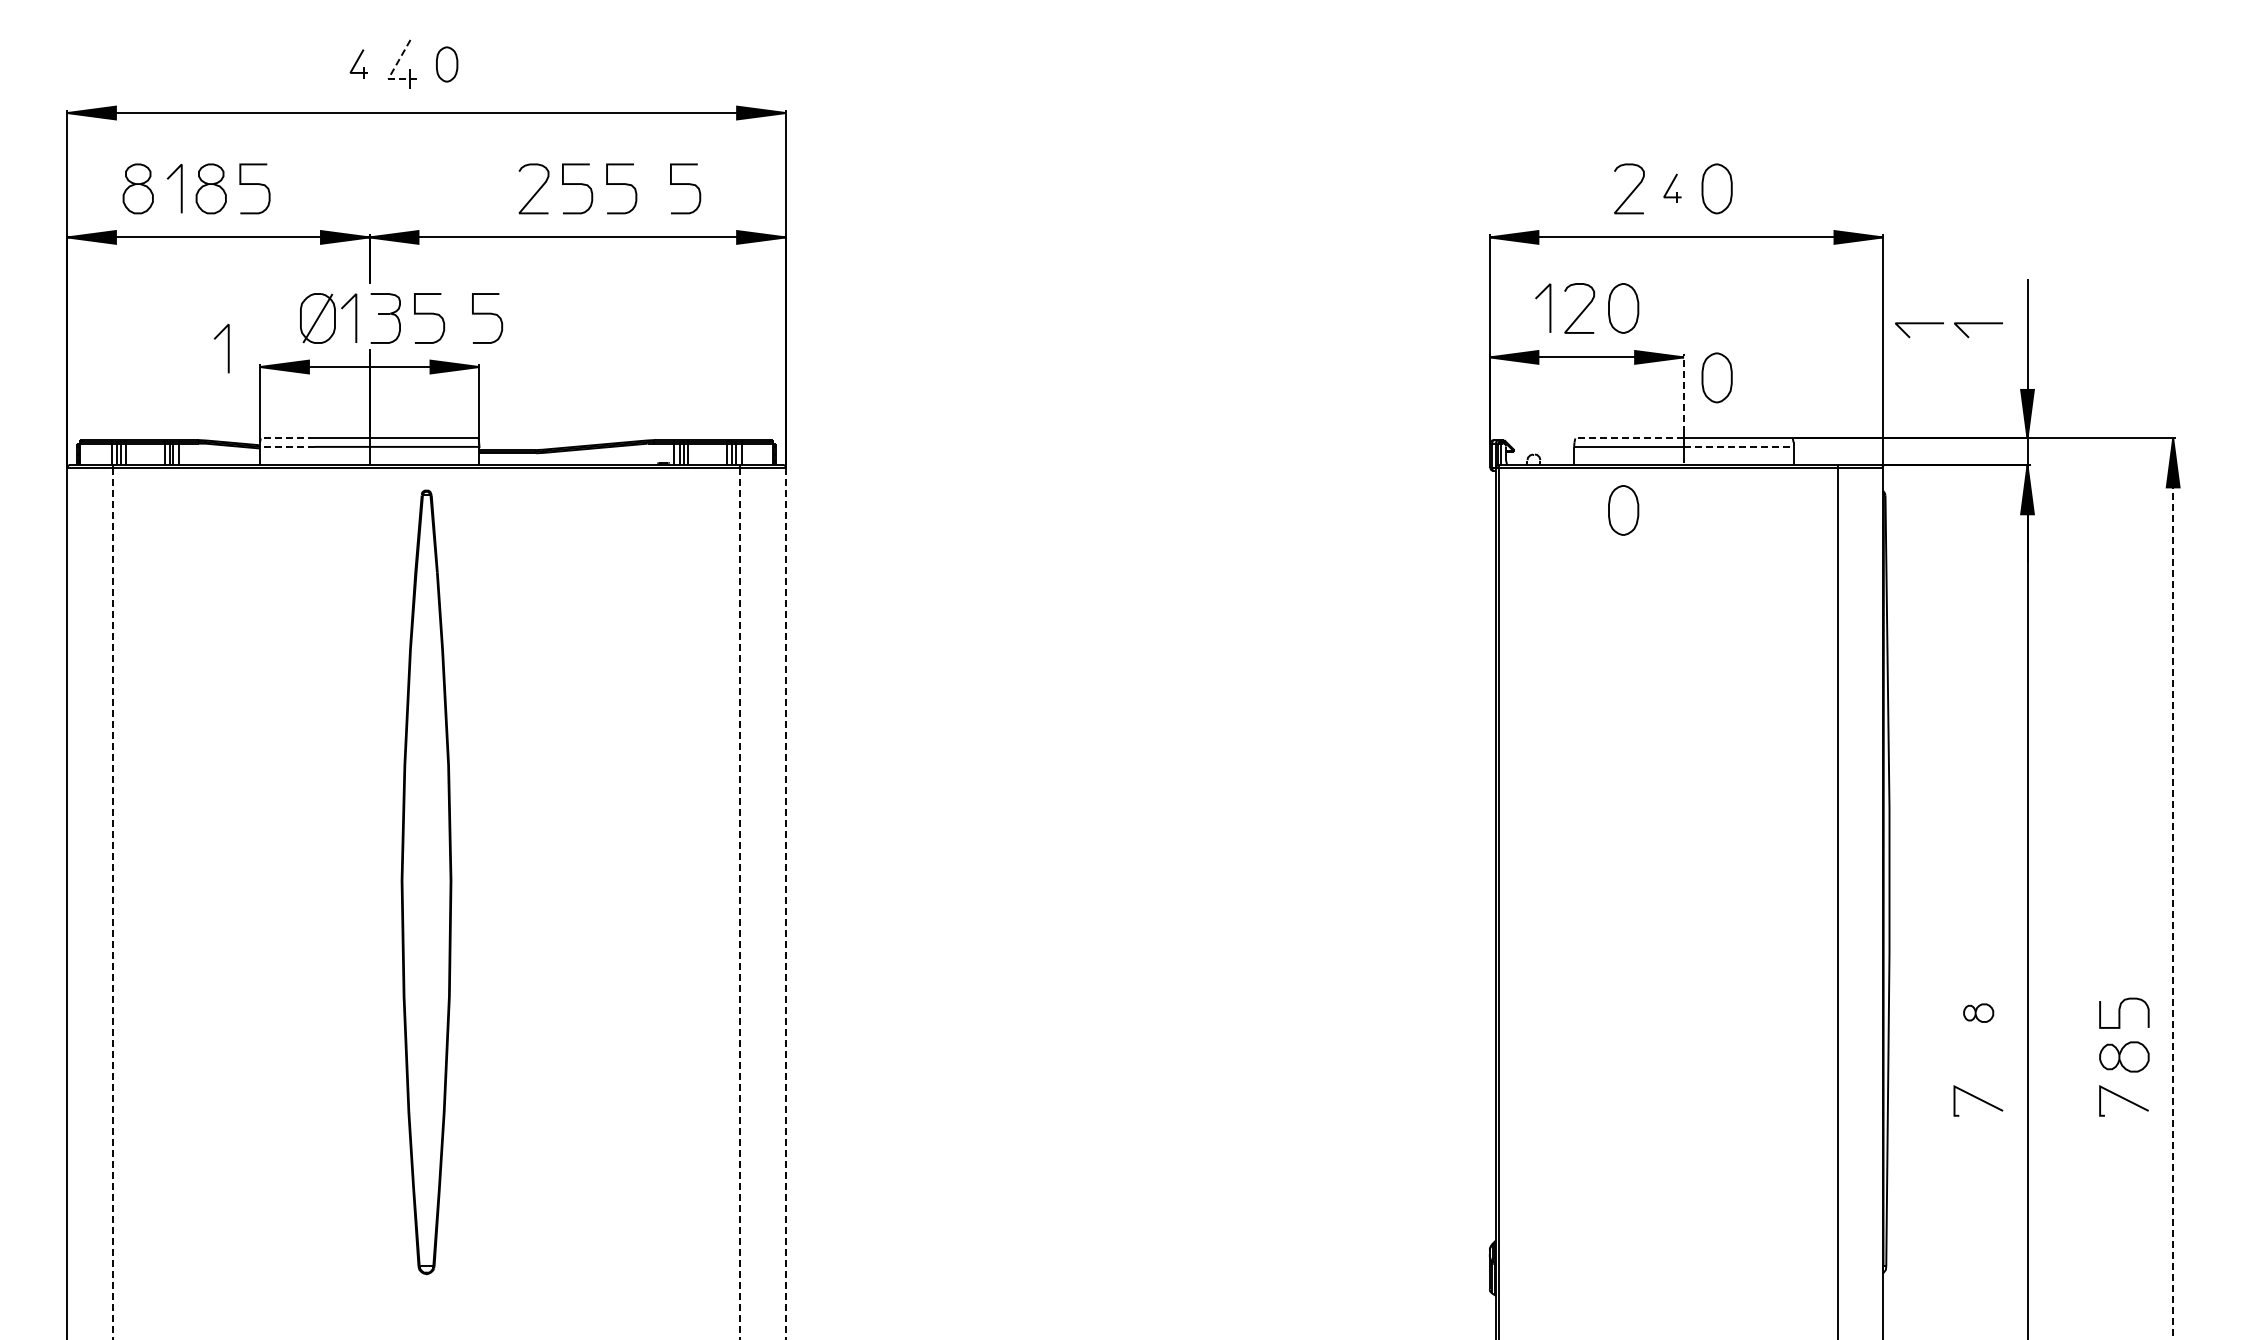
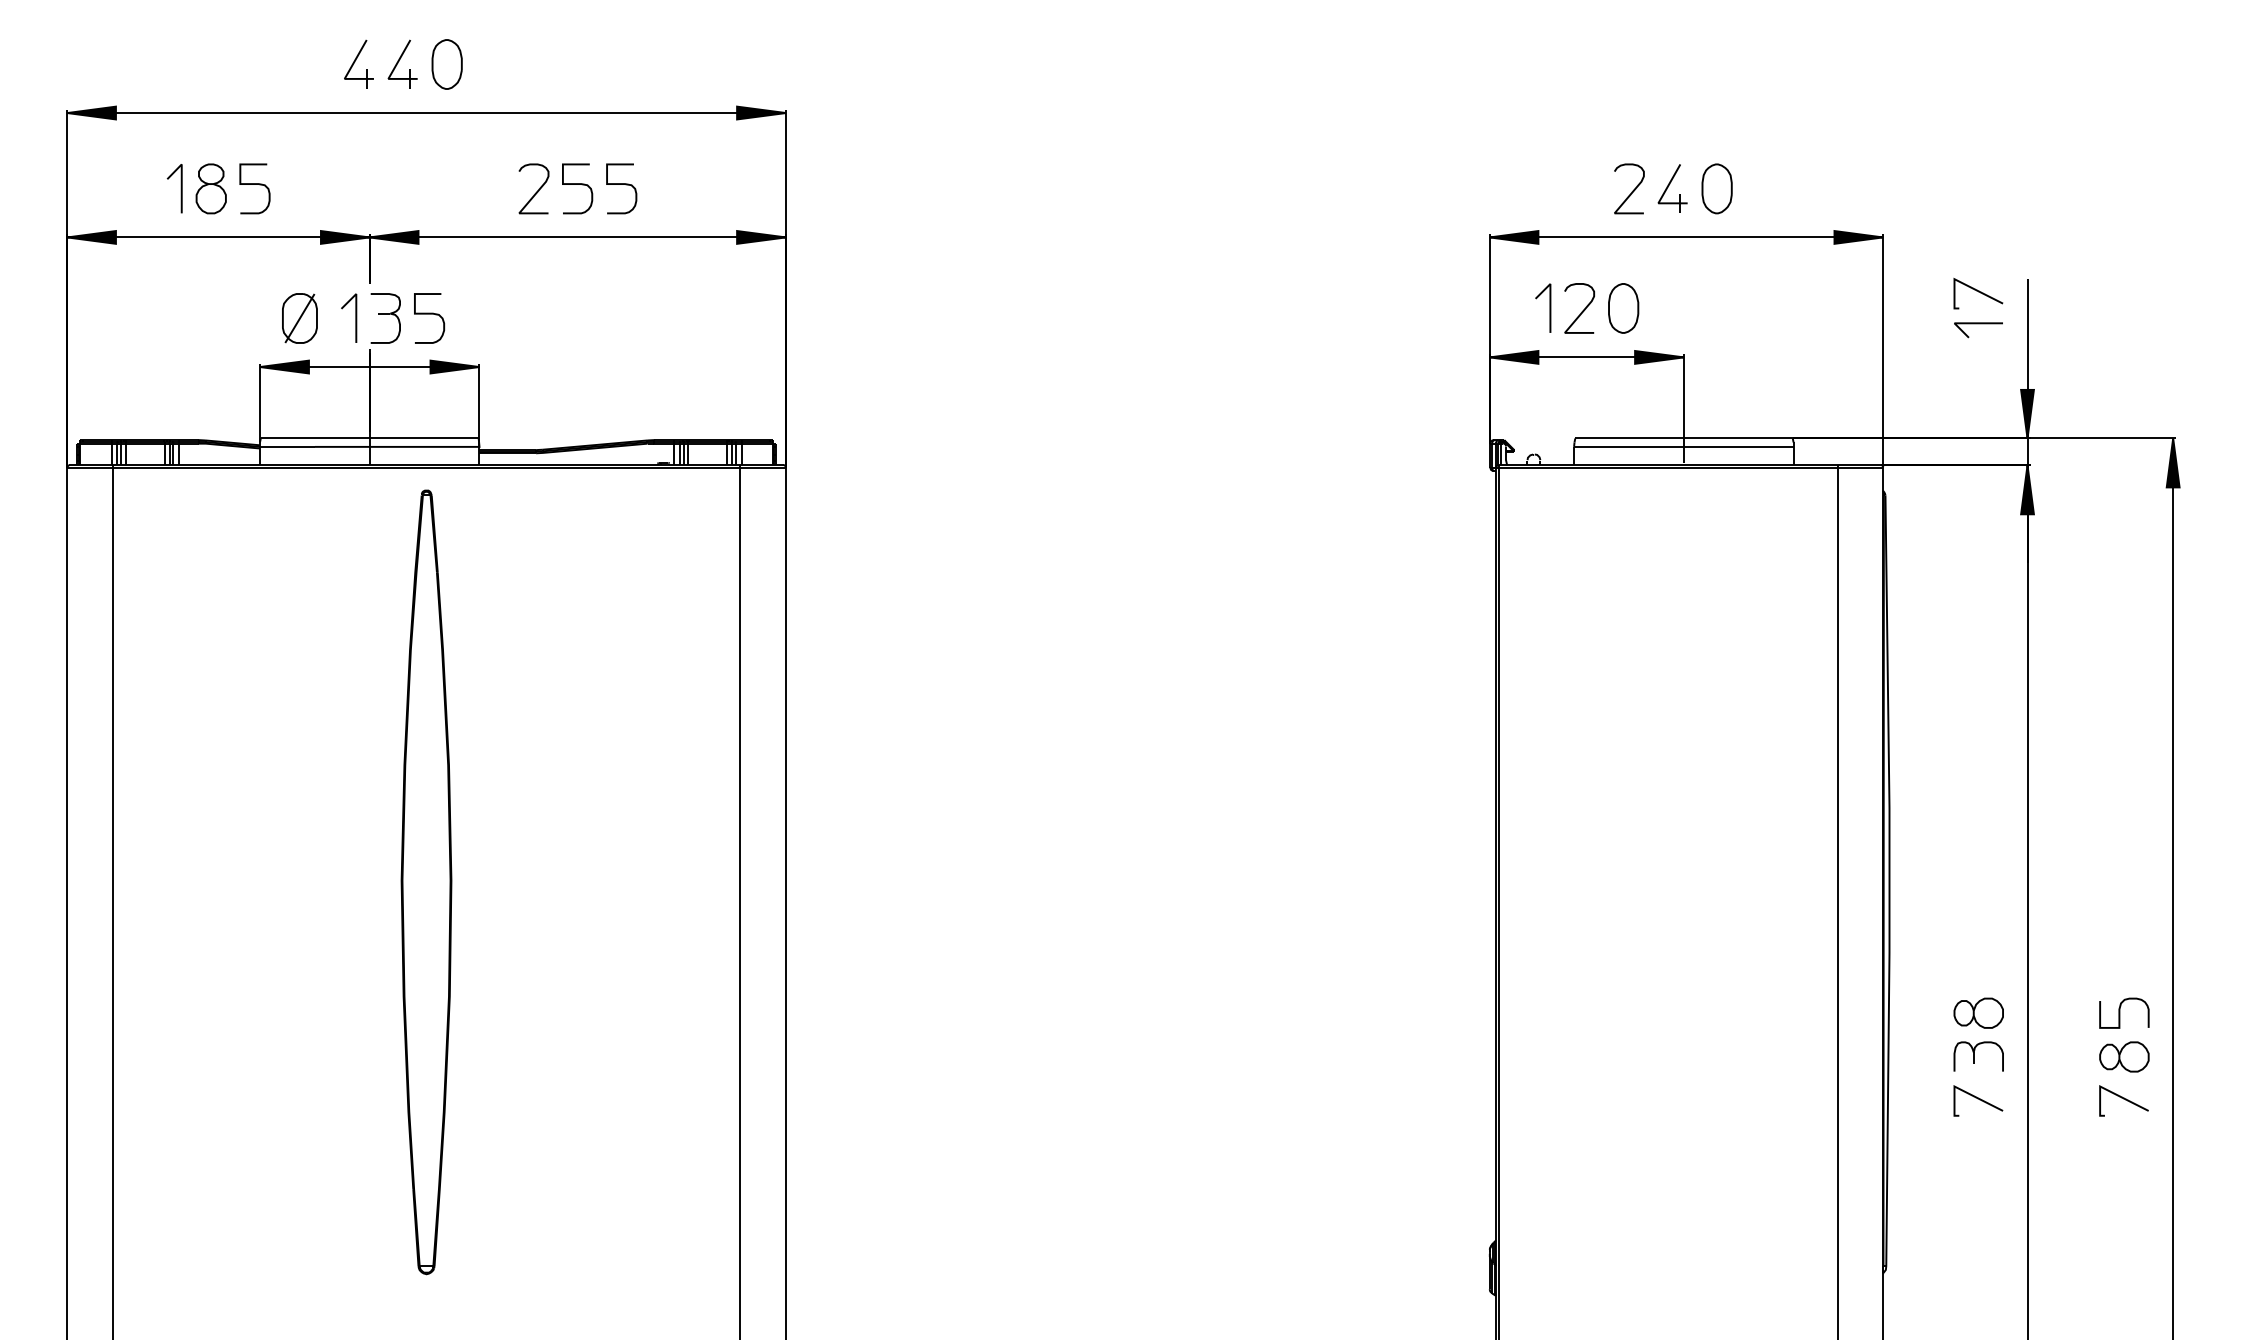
part at (358, 63) size: 19x30 px -> 30x50 px
part at (447, 64) size: 23x37 px -> 32x51 px
line at (391, 72): dashed -> solid
curve at (685, 184): present -> none
part at (1672, 187) size: 19x30 px -> 31x49 px
part at (137, 188): present -> none
line at (1978, 292): none -> present
curve at (487, 314): present -> none
part at (317, 318) position: (317, 318) -> (299, 318)
line at (1919, 324): present -> none
line at (227, 348): present -> none
part at (1716, 377): present -> none
line at (1684, 393): dashed -> solid
line at (287, 438): dashed -> solid
line at (1629, 438): dashed -> solid
line at (286, 446): dashed -> solid
line at (1738, 446): dashed -> solid
part at (1623, 510): present -> none
line at (2173, 889): dashed -> solid
line at (112, 903): dashed -> solid
line at (740, 903): dashed -> solid
line at (786, 903): dashed -> solid
part at (1978, 1012) size: 32x20 px -> 51x32 px
part at (1978, 1056): none -> present
